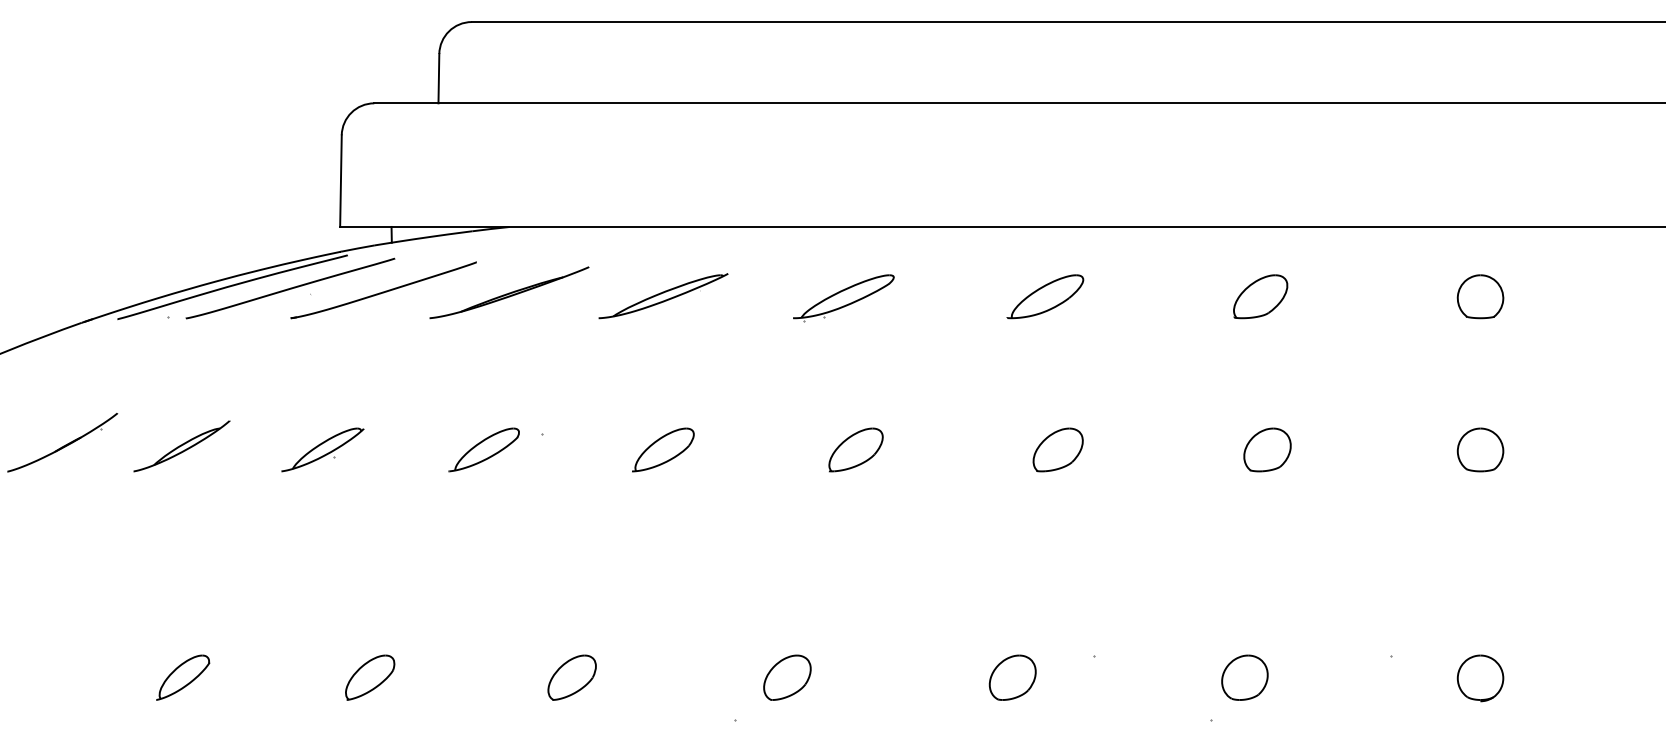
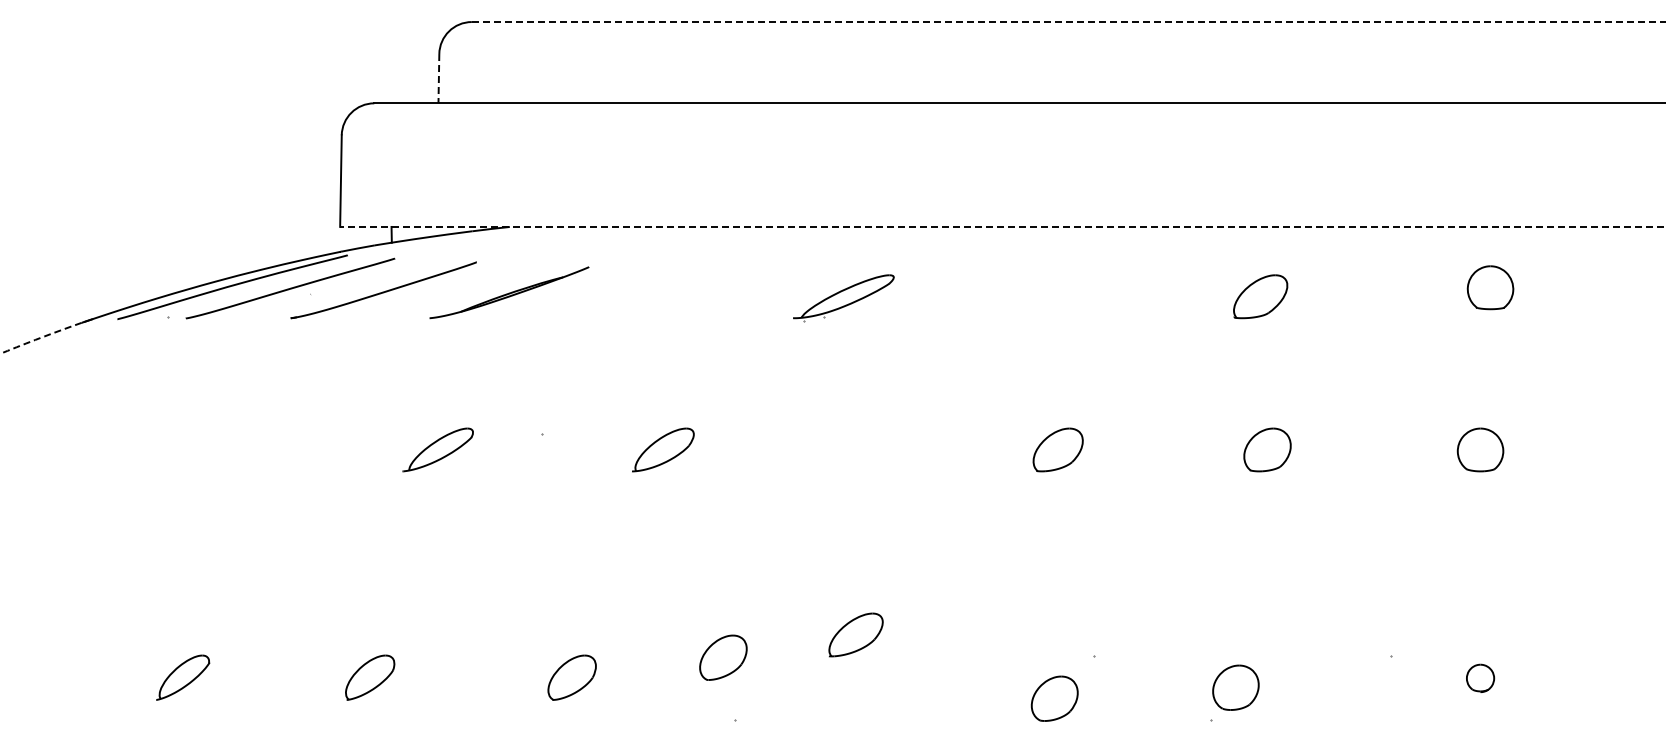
line at (1068, 22): solid -> dashed
line at (438, 78): solid -> dashed
line at (1002, 226): solid -> dashed
part at (663, 296): present -> none
part at (1045, 296): present -> none
part at (1480, 296) position: (1480, 296) -> (1490, 287)
arc at (40, 337): solid -> dashed
part at (62, 442): present -> none
part at (181, 446): present -> none
part at (322, 449): present -> none
part at (483, 449) position: (483, 449) -> (437, 449)
part at (855, 449) position: (855, 449) -> (855, 634)
part at (787, 677) position: (787, 677) -> (723, 657)
part at (1012, 677) position: (1012, 677) -> (1054, 698)
part at (1244, 677) position: (1244, 677) -> (1235, 687)
part at (1480, 678) size: 49x49 px -> 30x30 px
